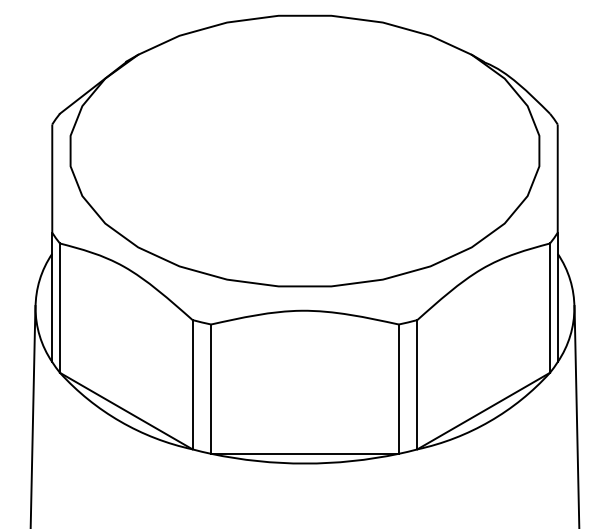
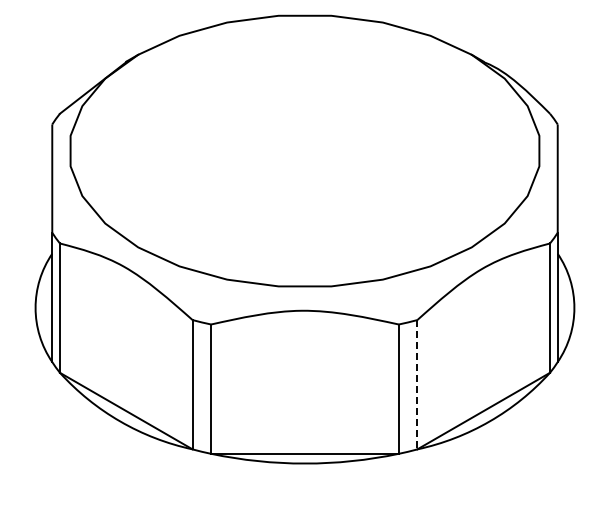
line at (417, 384): solid -> dashed
line at (32, 415): present -> none
line at (576, 415): present -> none
